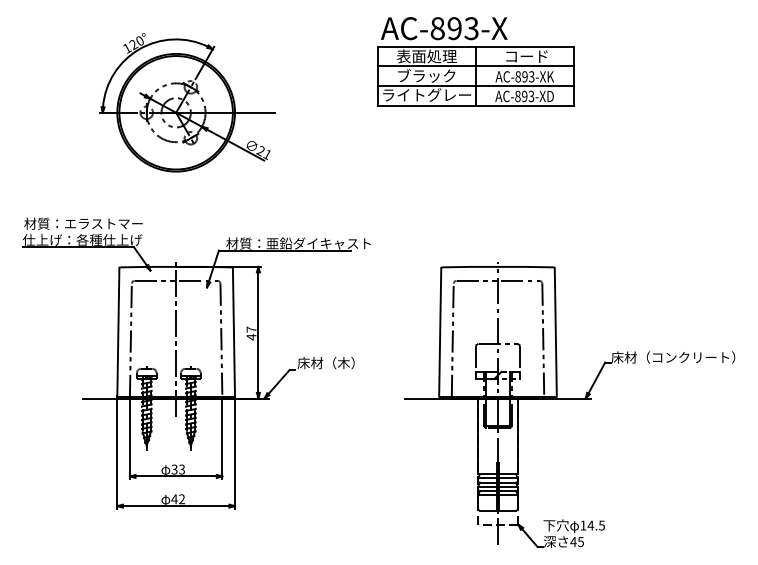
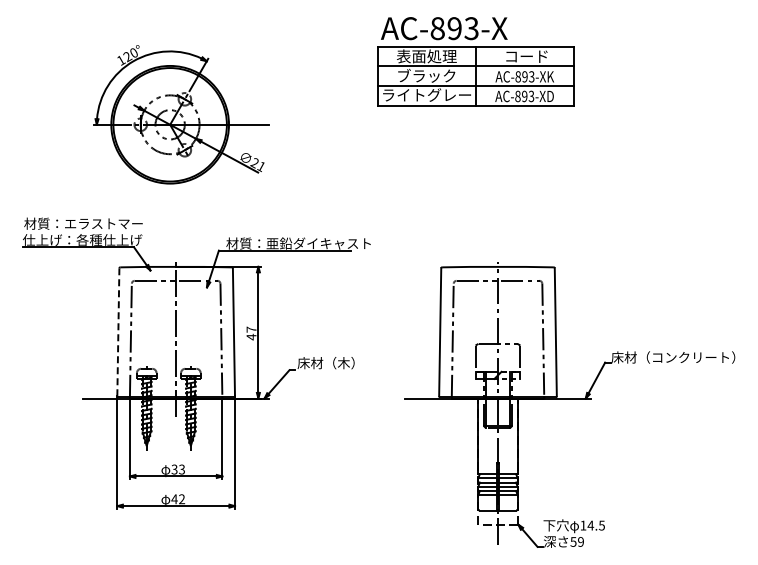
part at (187, 102) position: (187, 102) -> (181, 114)
line at (118, 331): solid -> dashed
text at (576, 541): 45 -> 59
